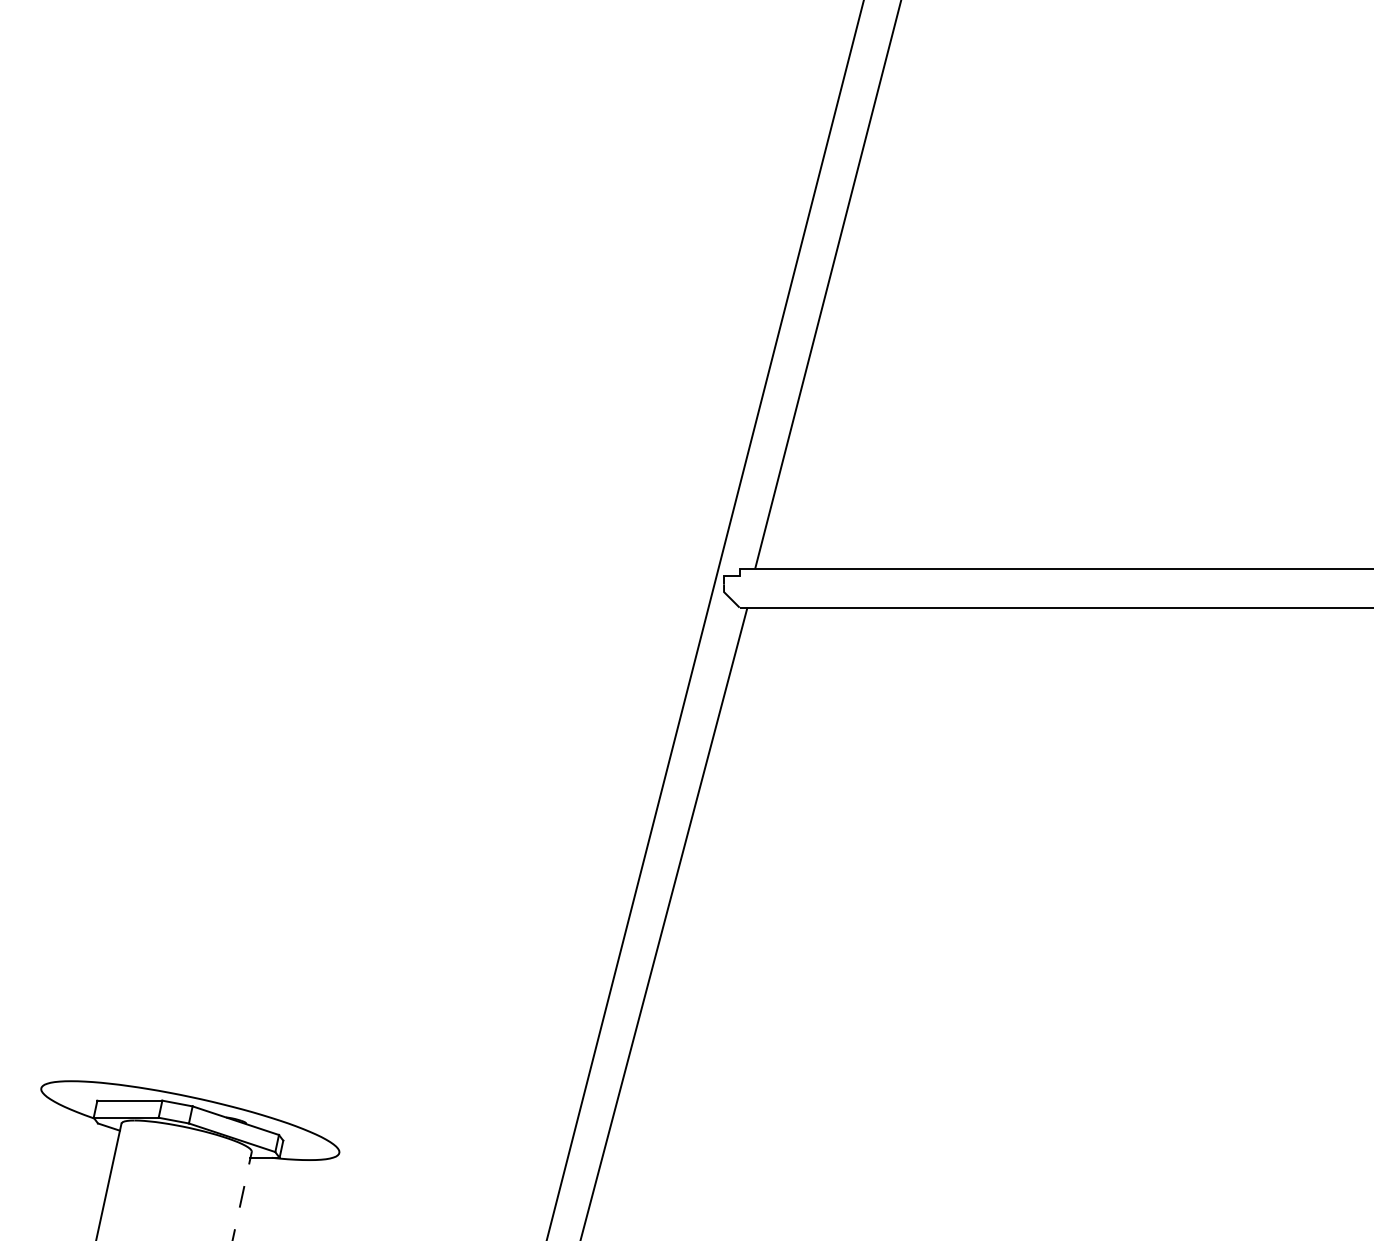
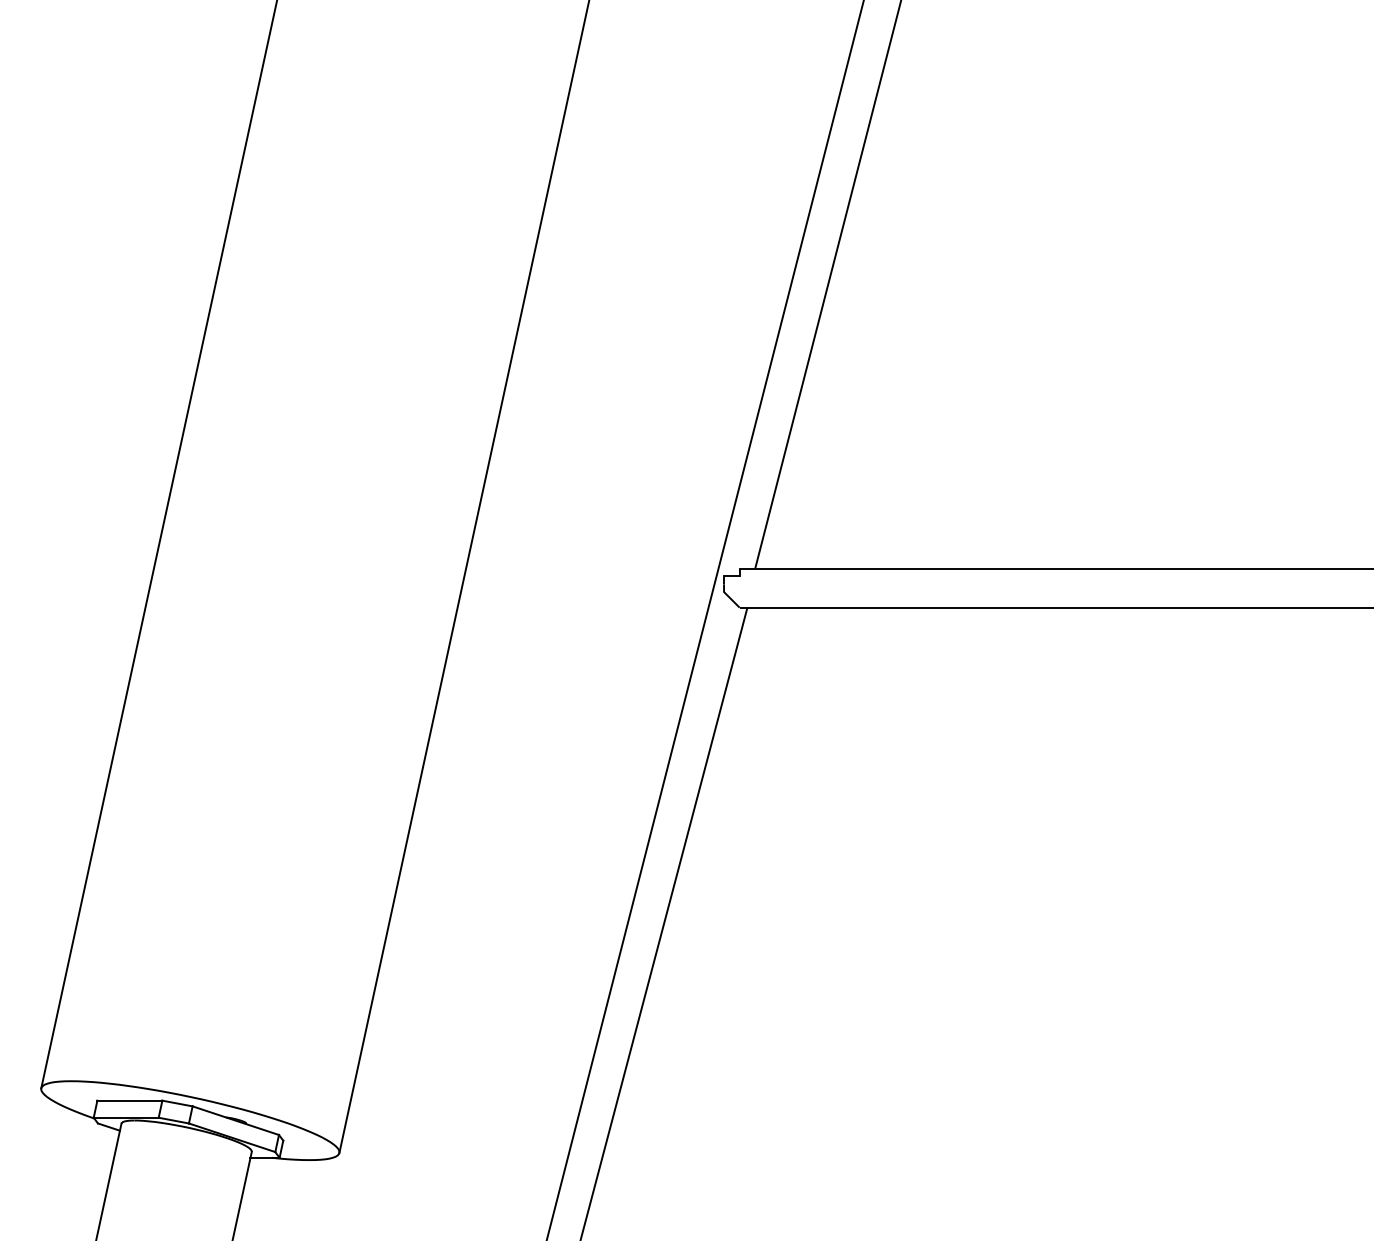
line at (158, 545): none -> present
line at (463, 577): none -> present
line at (242, 1195): dashed -> solid
